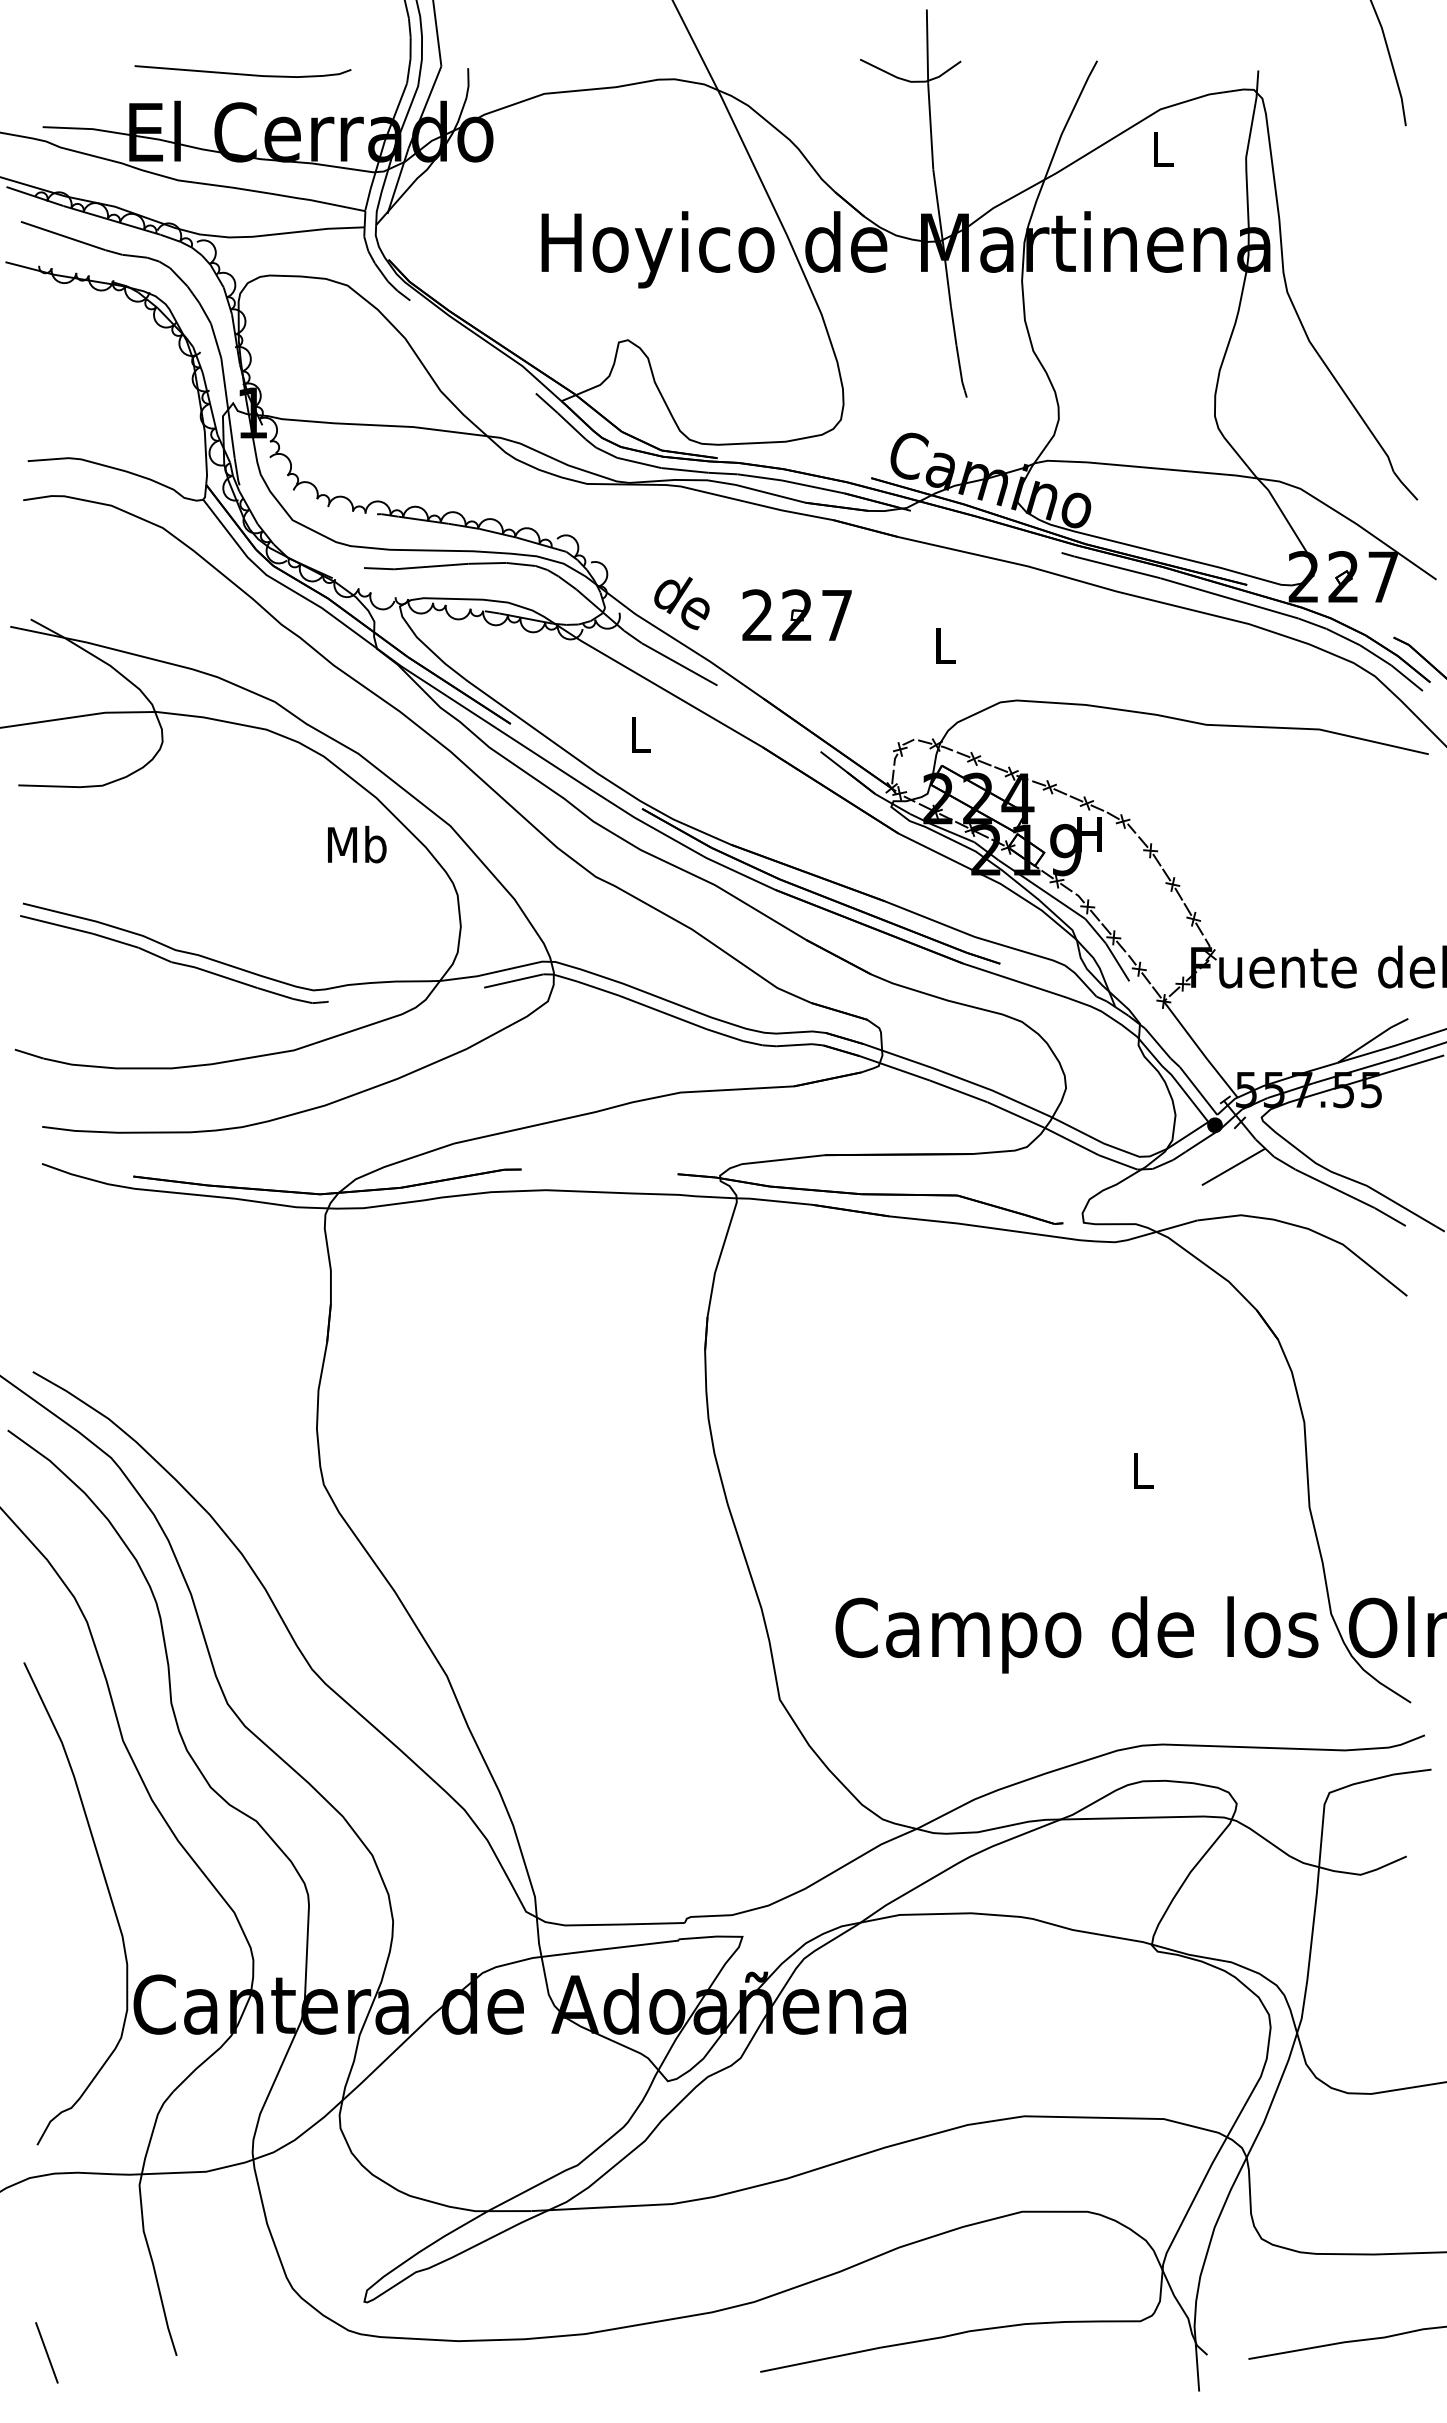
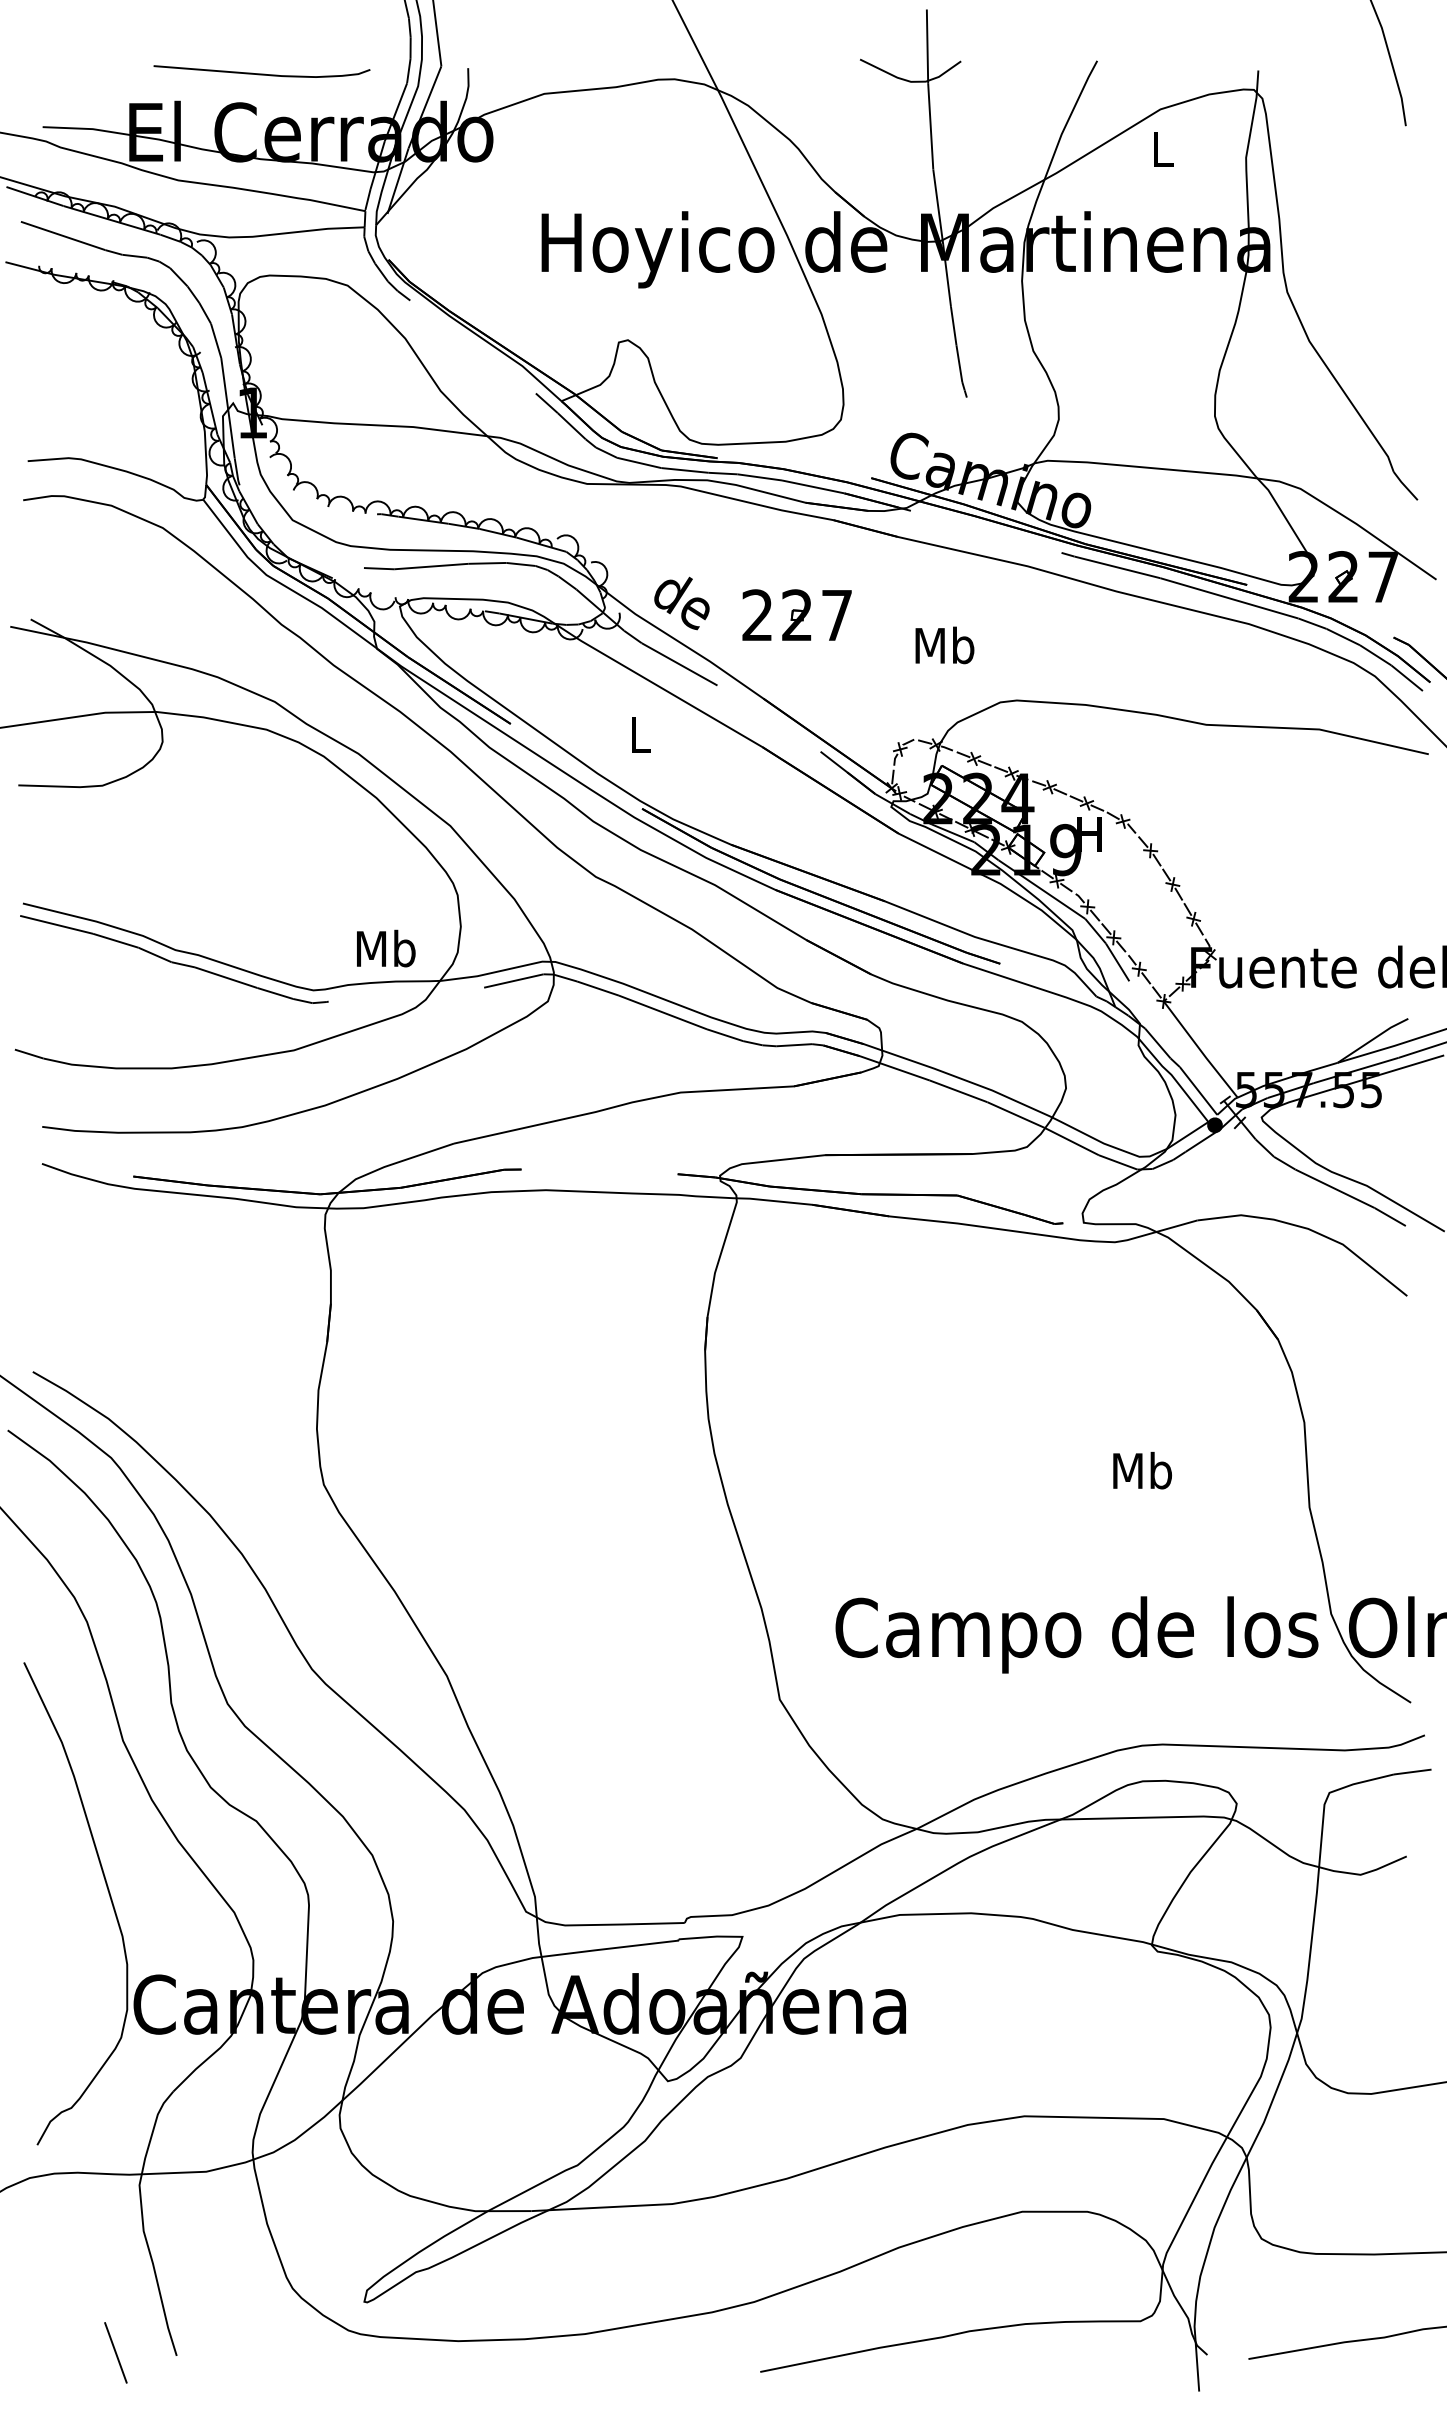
curve at (242, 73) position: (242, 73) -> (261, 73)
text at (944, 645): L -> Mb
text at (357, 844) position: (357, 844) -> (386, 948)
line at (1233, 1166): present -> none
text at (1142, 1470): L -> Mb
line at (46, 2352) position: (46, 2352) -> (115, 2352)
